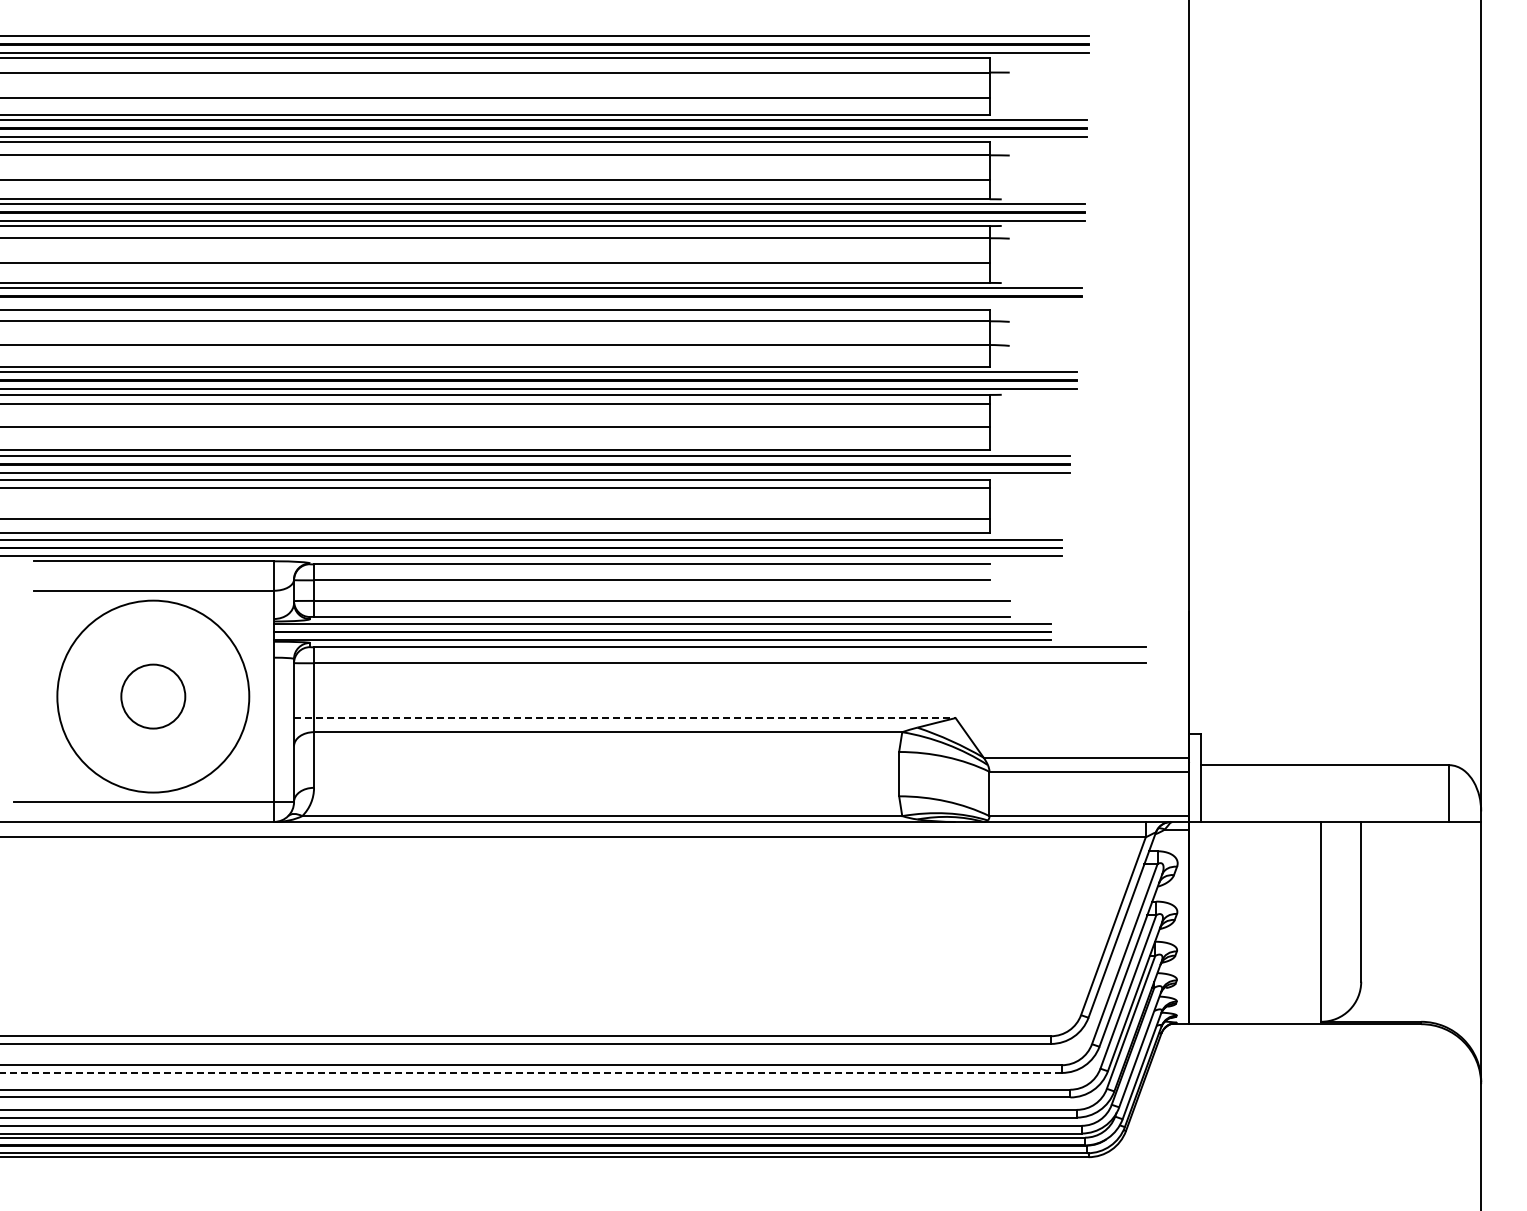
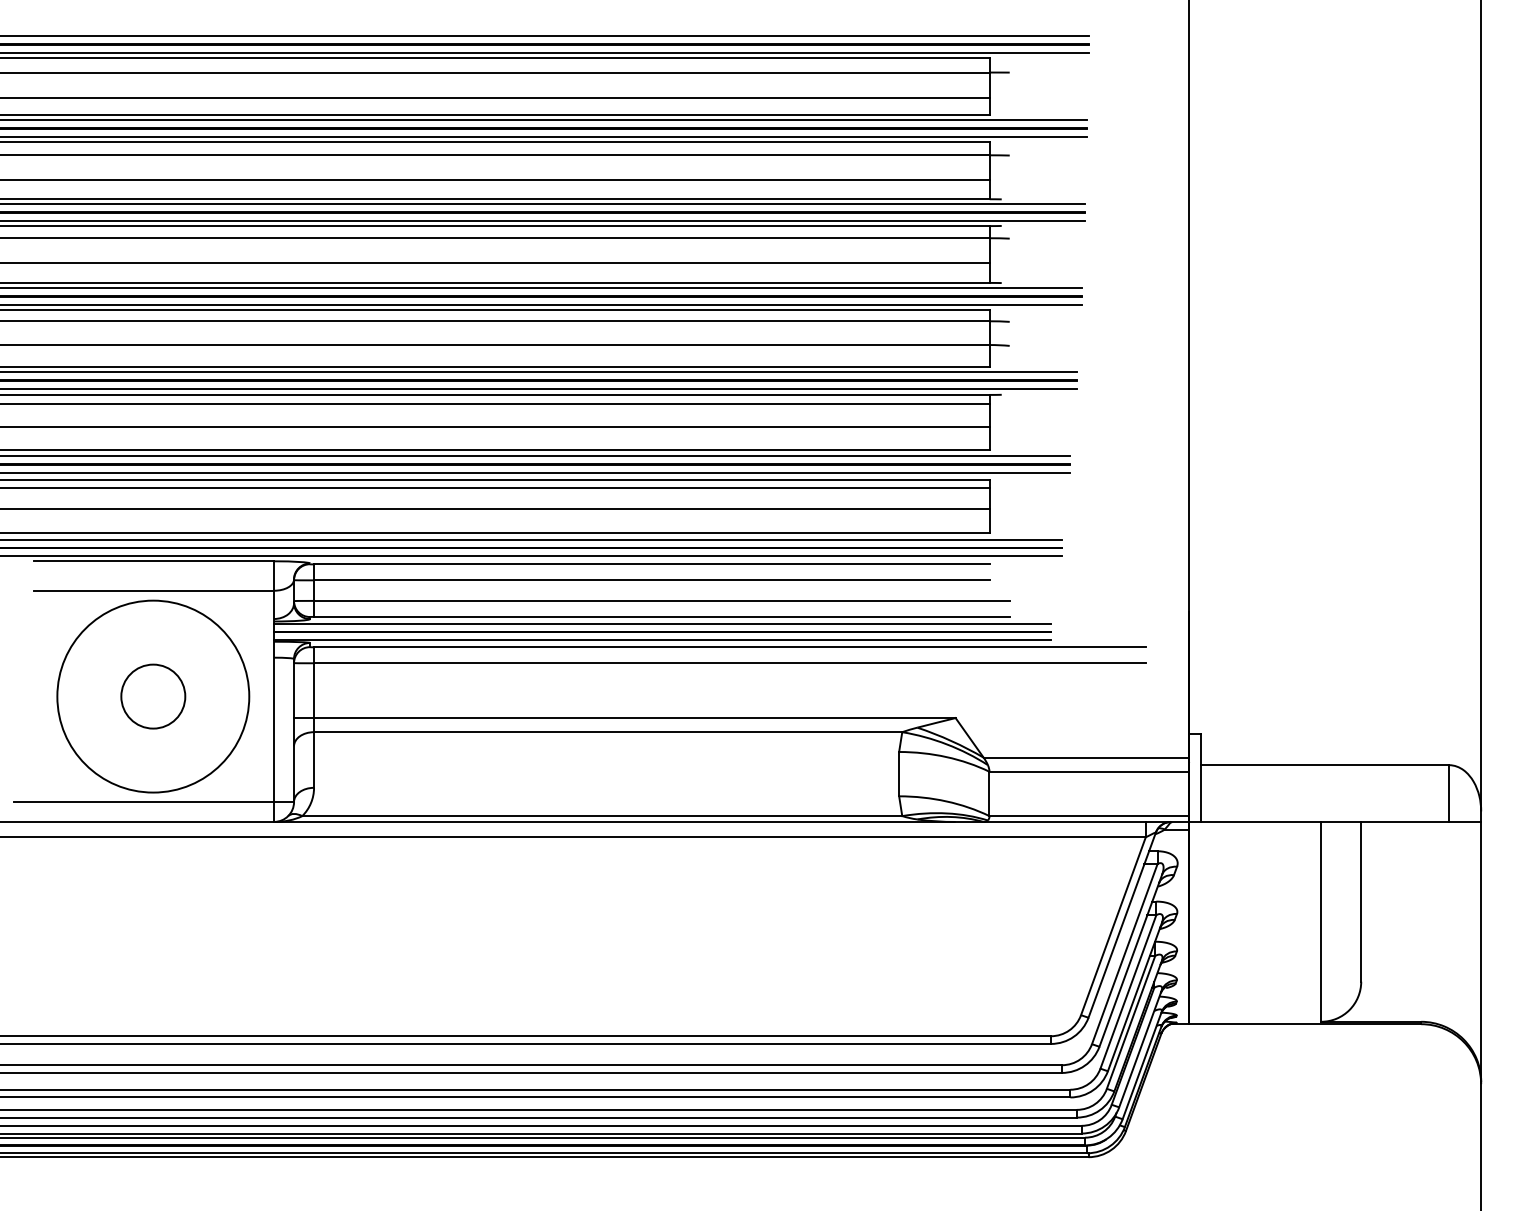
line at (541, 304): none -> present
line at (495, 519) position: (495, 519) -> (495, 509)
line at (624, 718): dashed -> solid
line at (531, 1072): dashed -> solid
